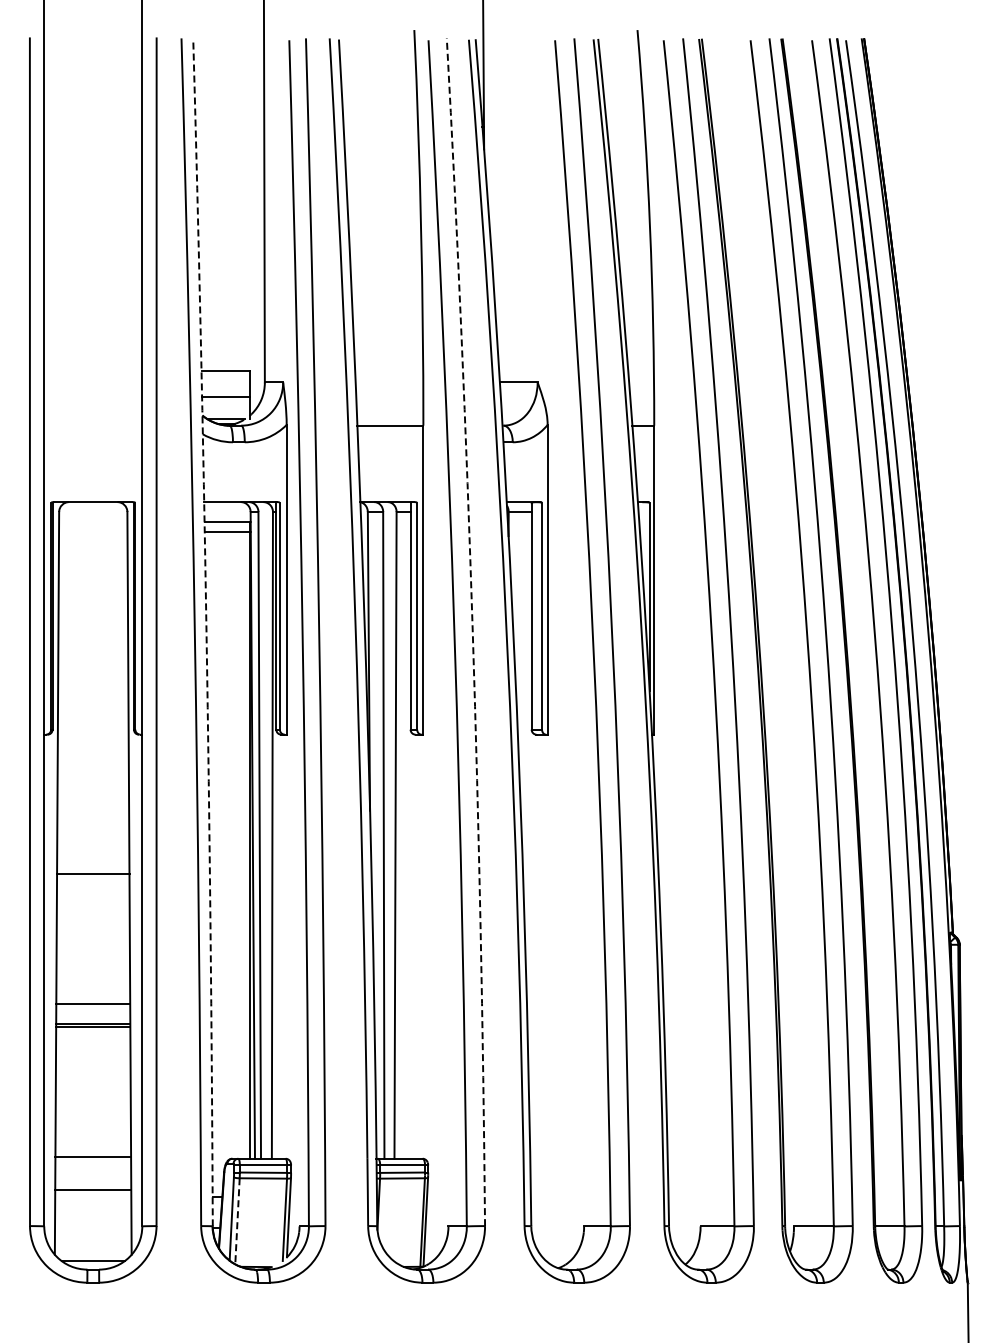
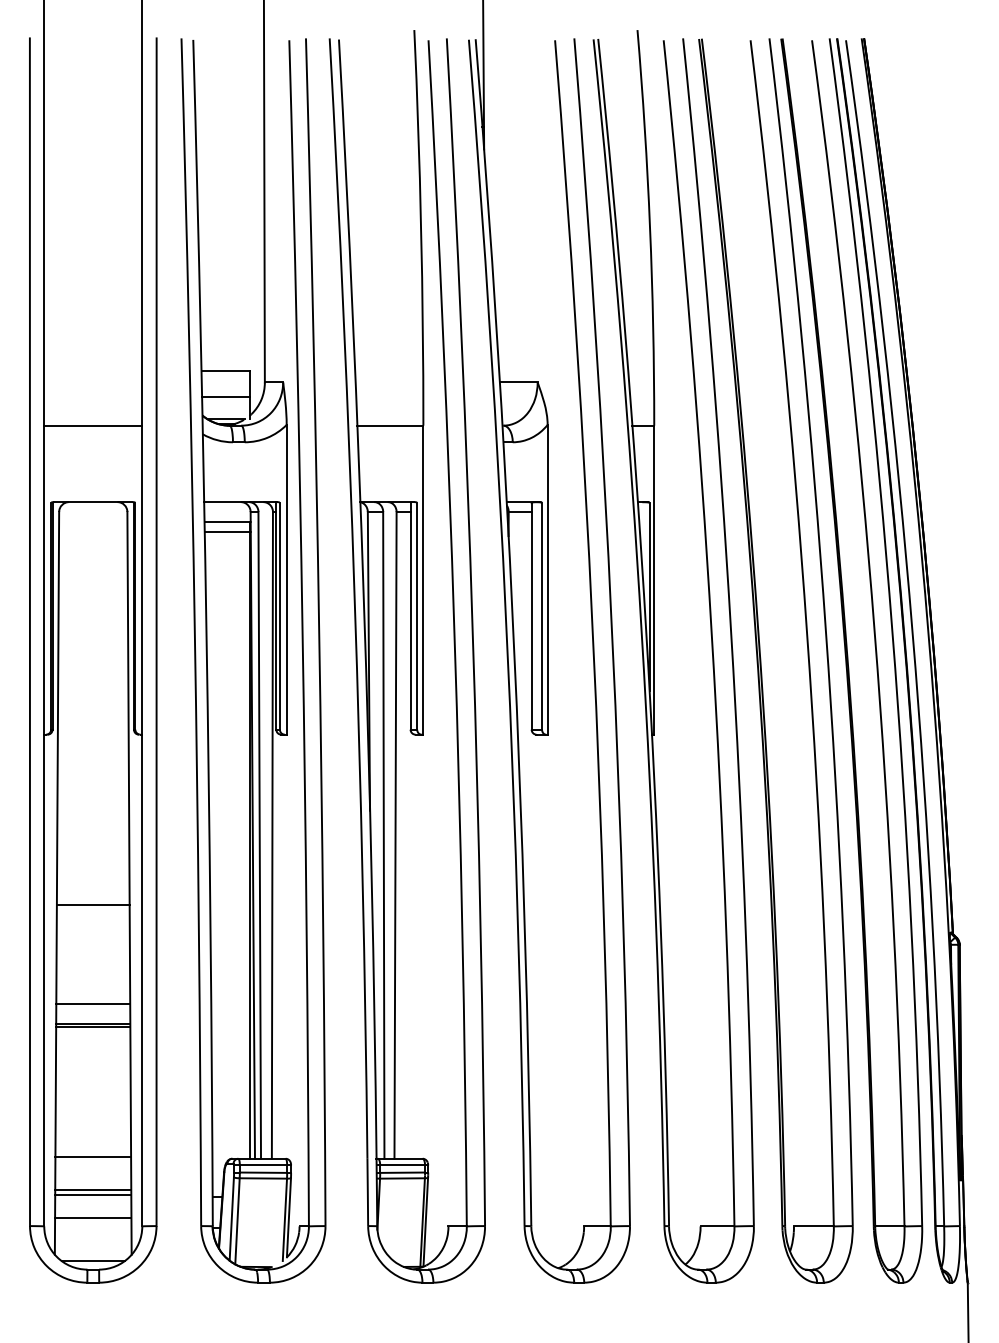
line at (93, 425): none -> present
arc at (472, 632): dashed -> solid
arc at (206, 633): dashed -> solid
line at (92, 873) position: (92, 873) -> (92, 904)
line at (93, 1194): none -> present
line at (93, 1218): none -> present
line at (237, 1221): dashed -> solid
